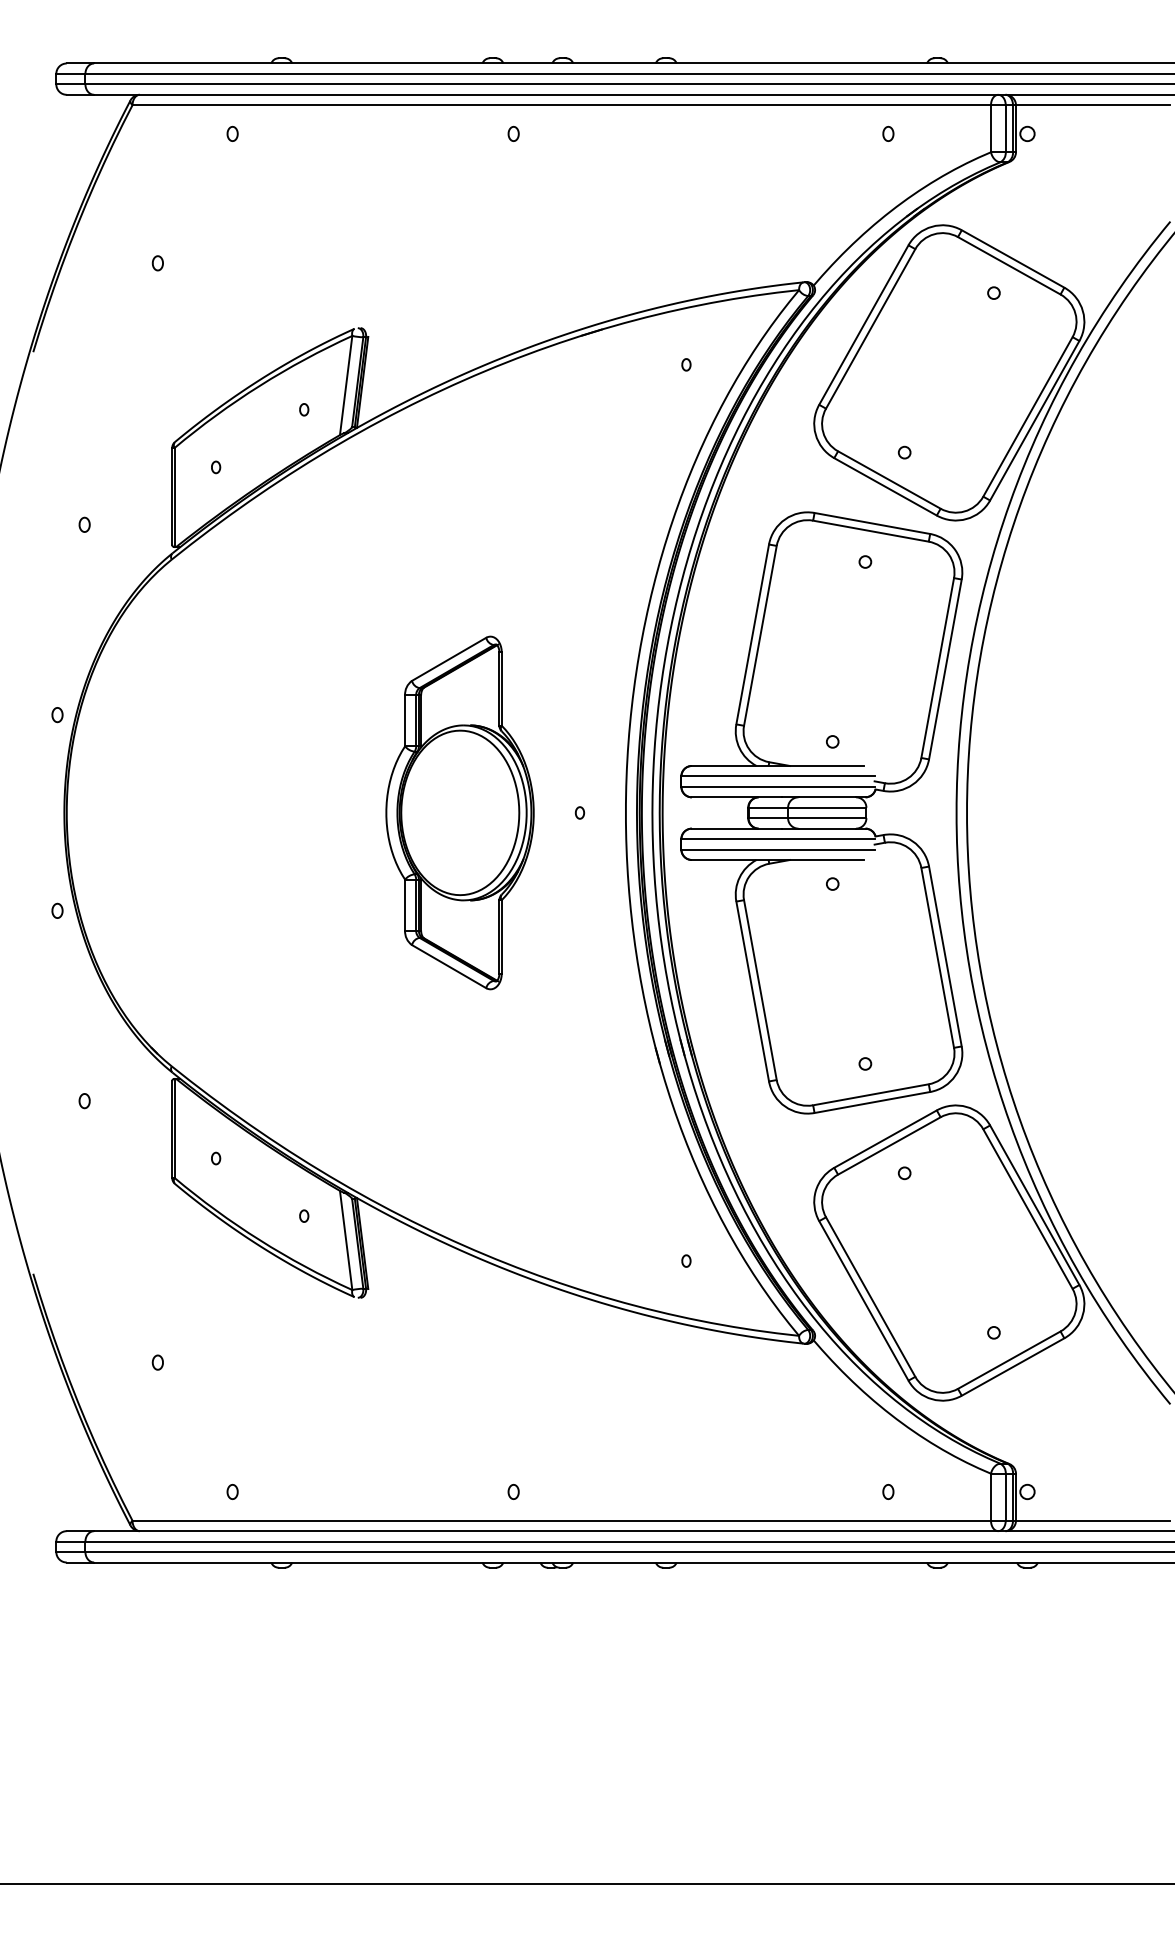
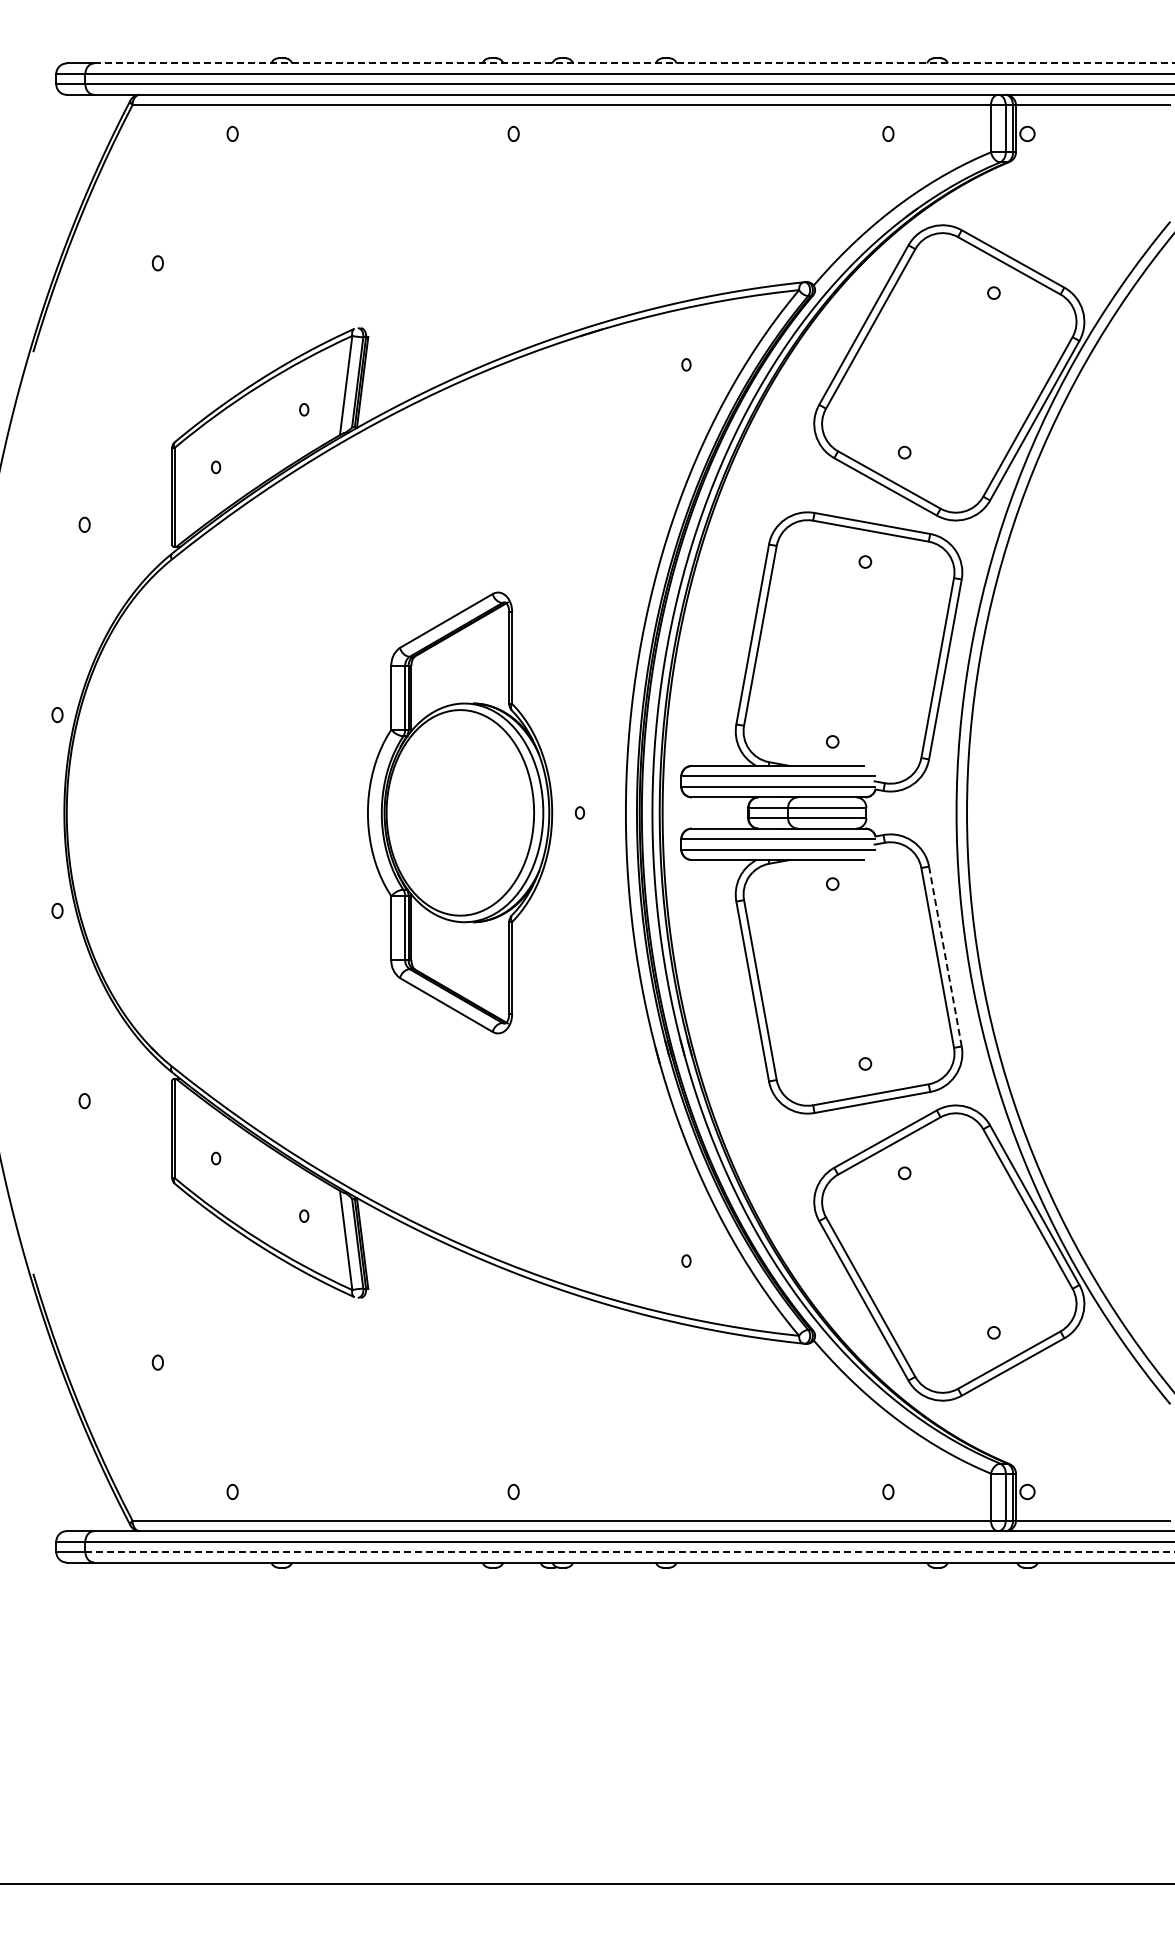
line at (635, 63): solid -> dashed
part at (459, 812) size: 150x356 px -> 187x444 px
line at (945, 957): solid -> dashed
line at (630, 1552): solid -> dashed
